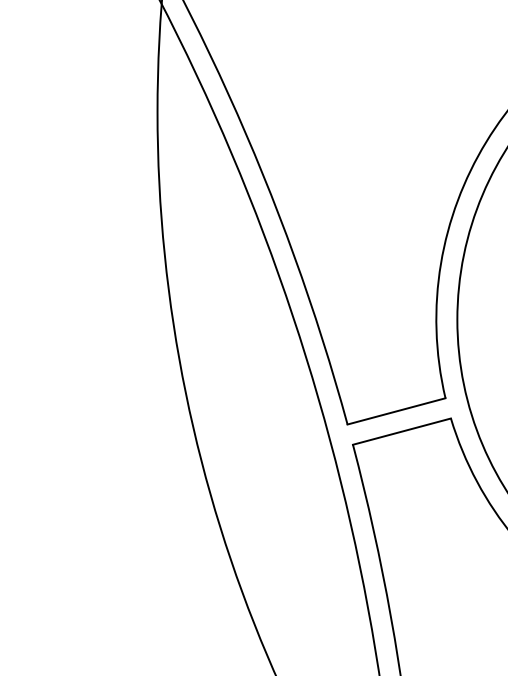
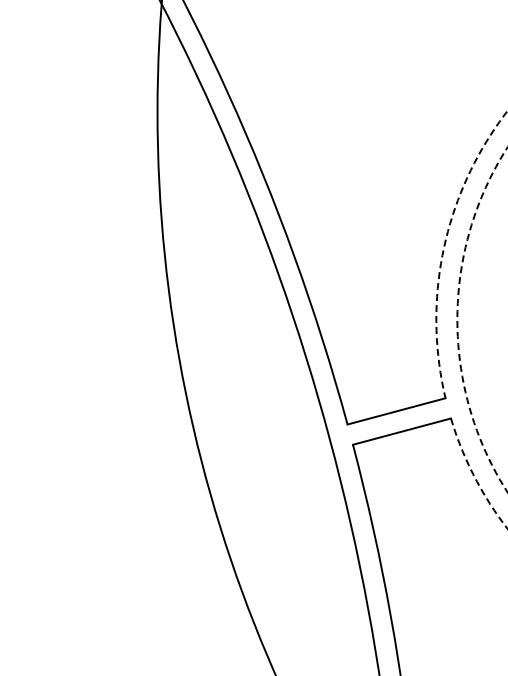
arc at (463, 187): solid -> dashed
circle at (482, 319): solid -> dashed
